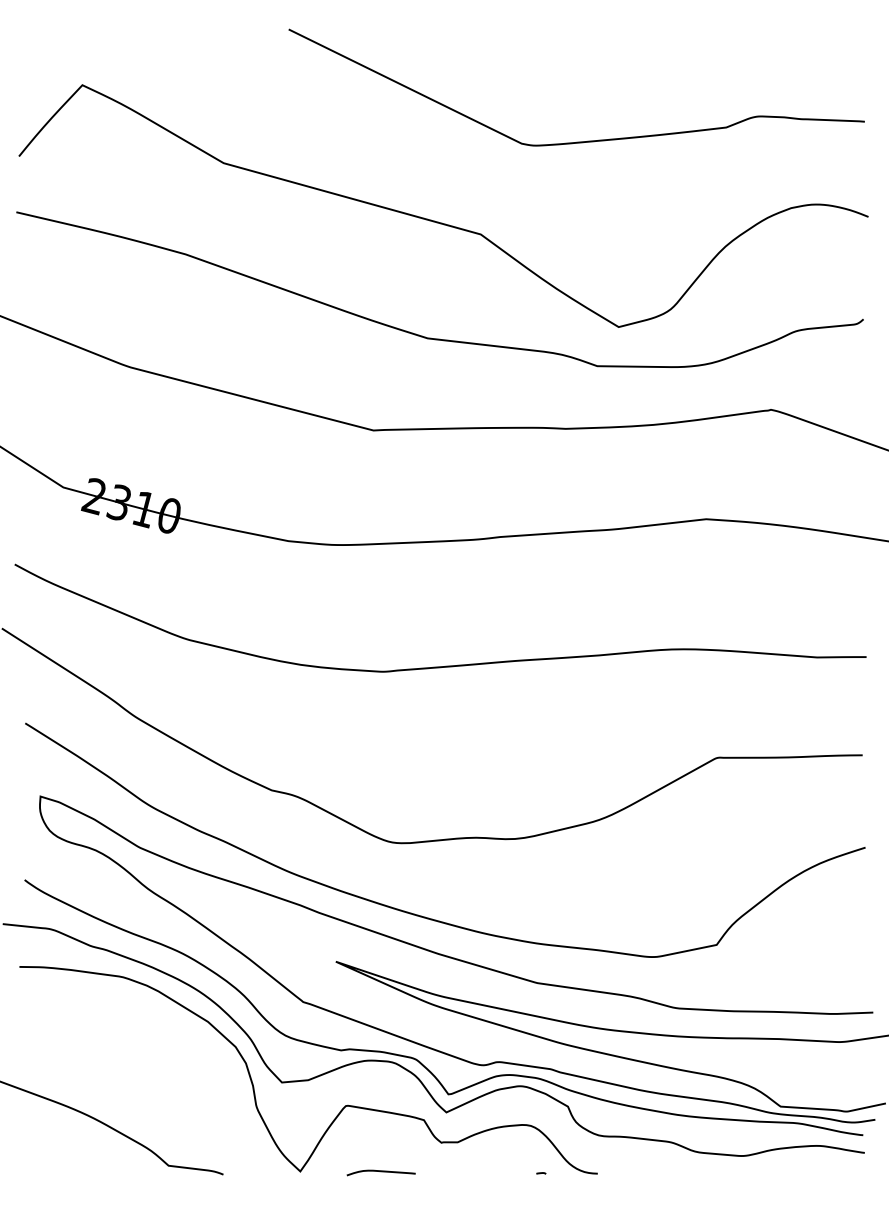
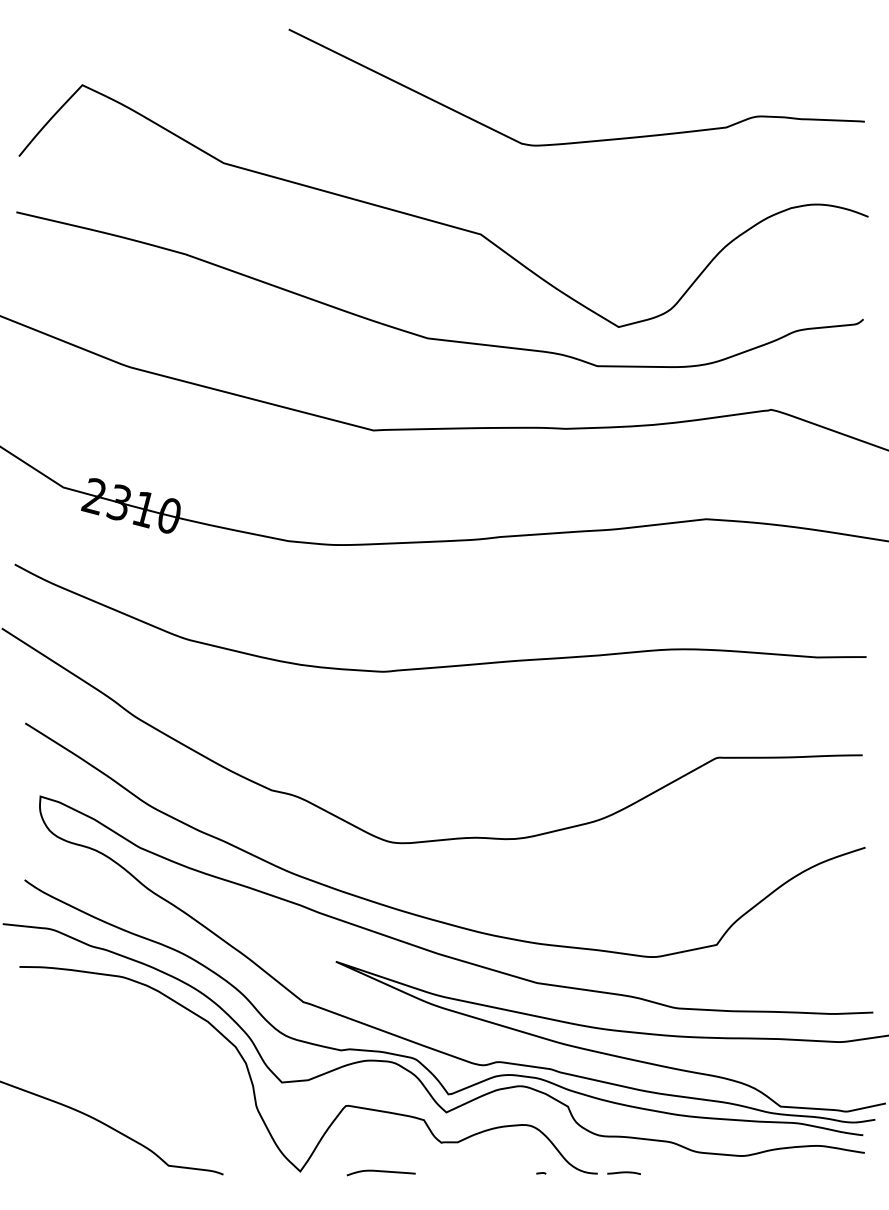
line at (623, 1172): none -> present
